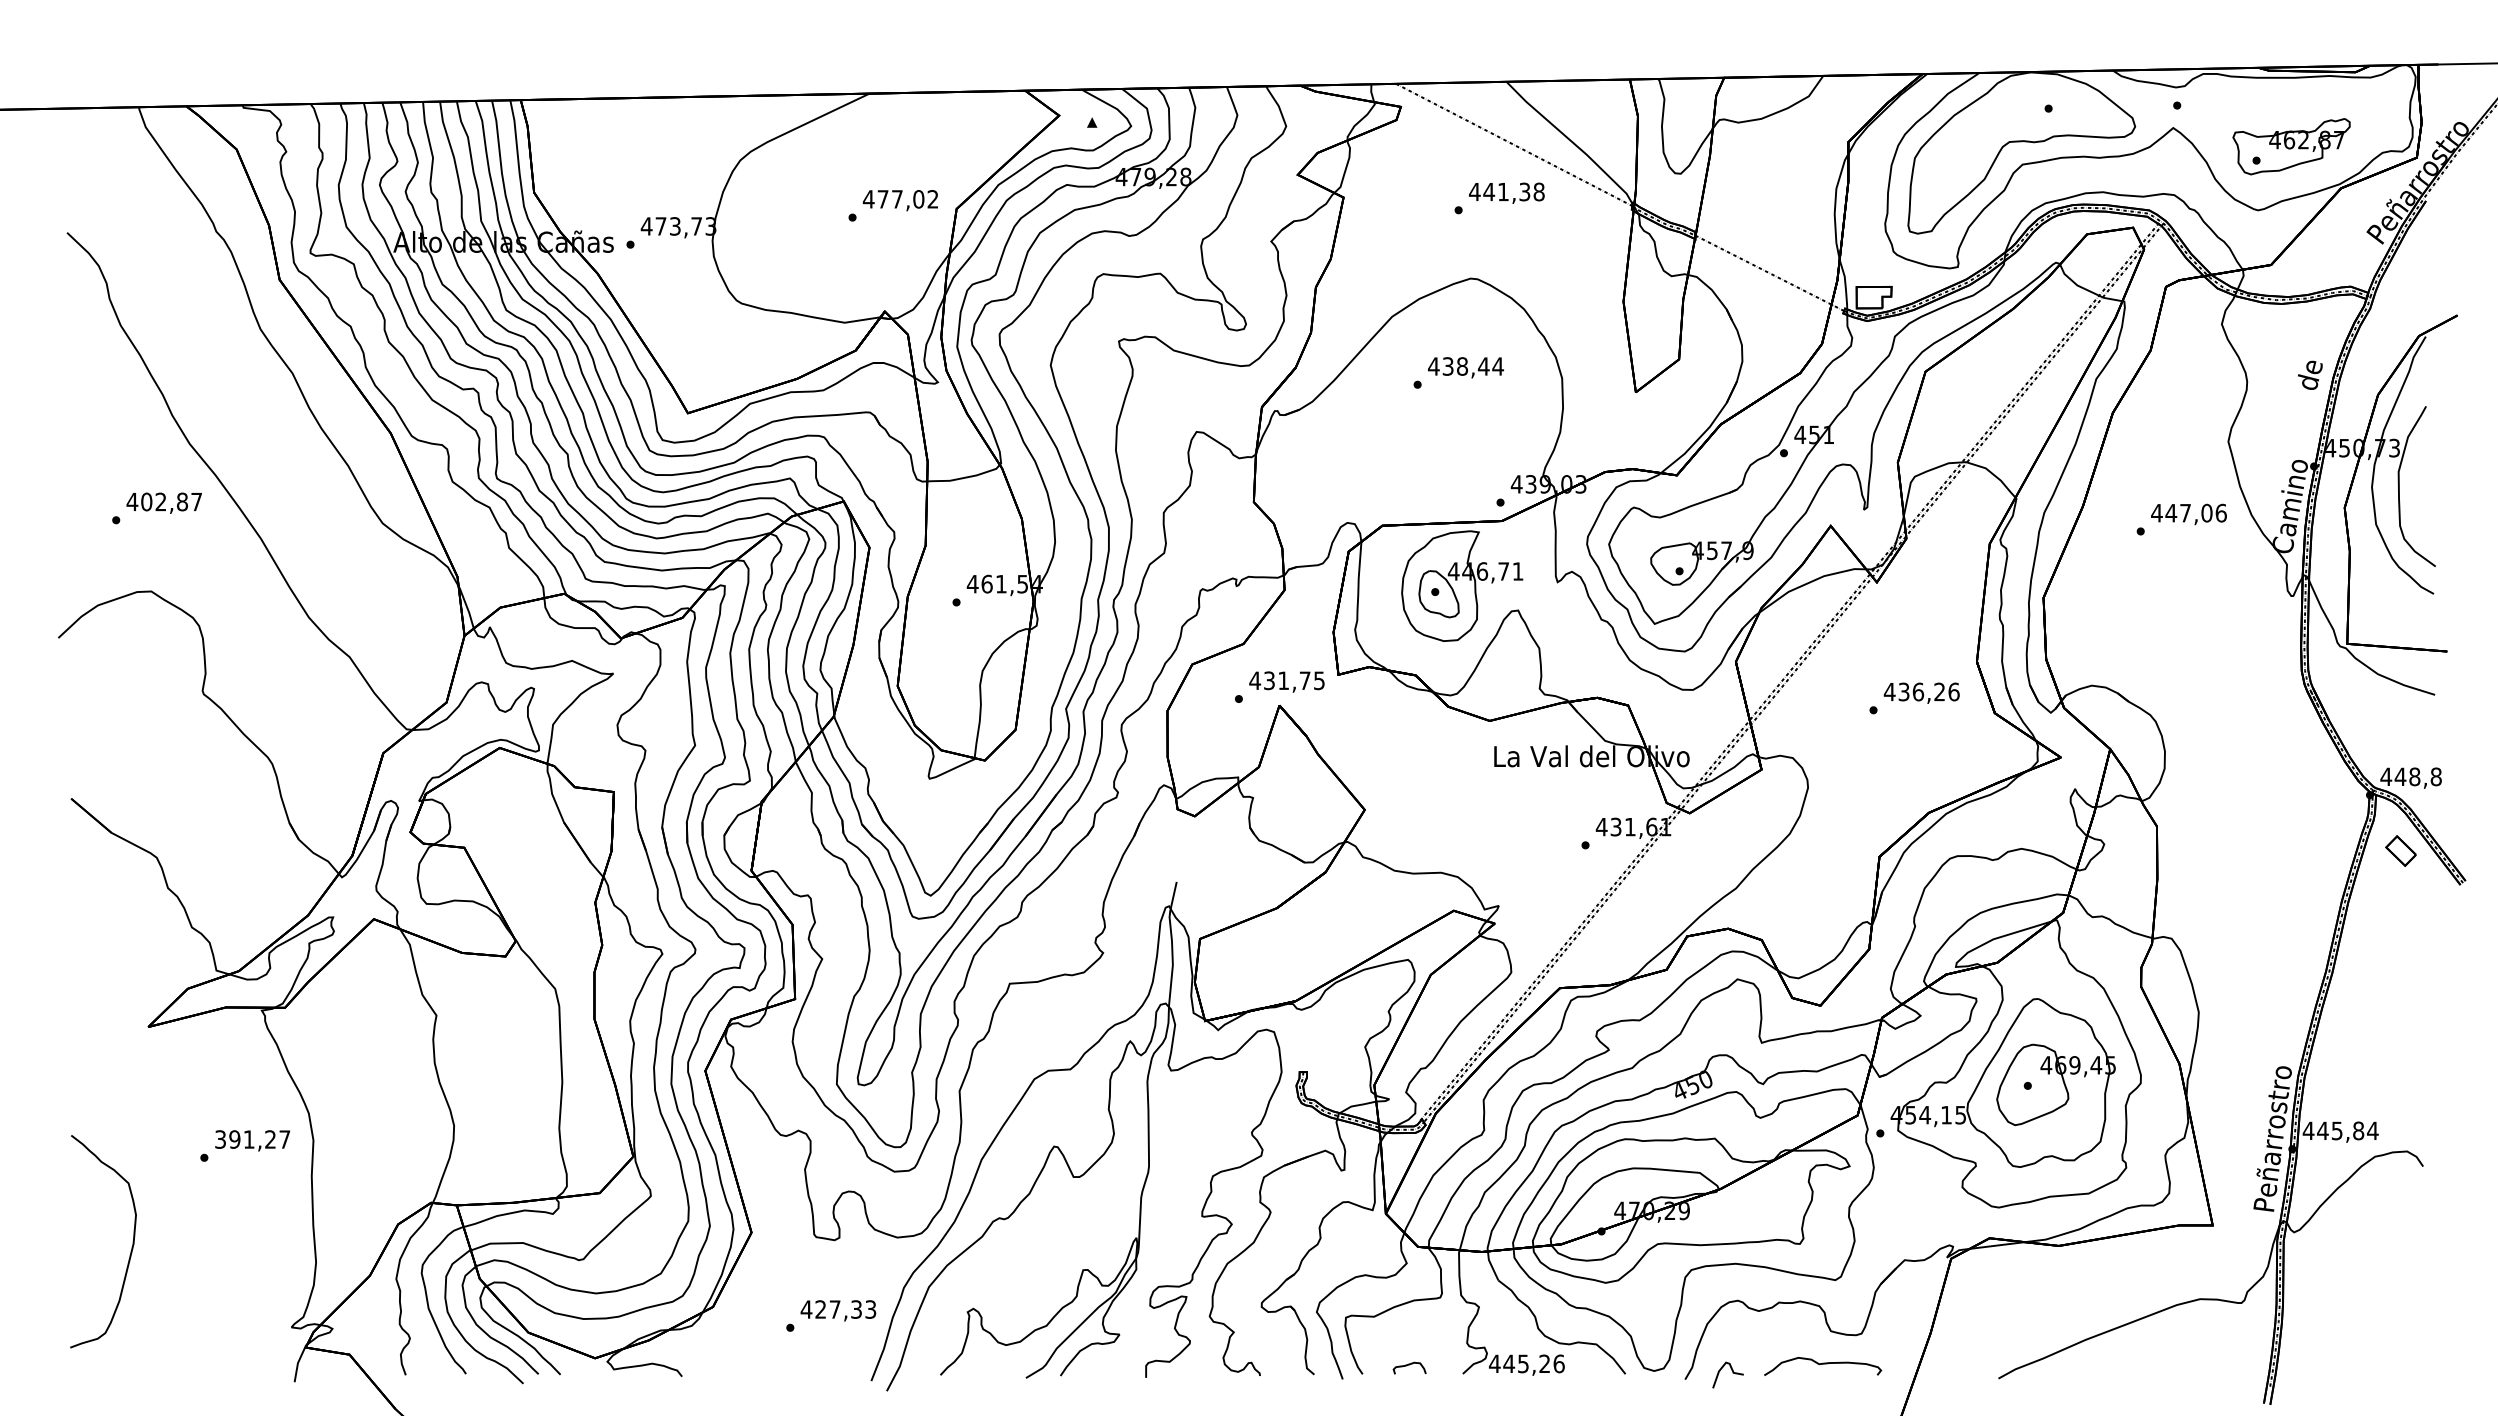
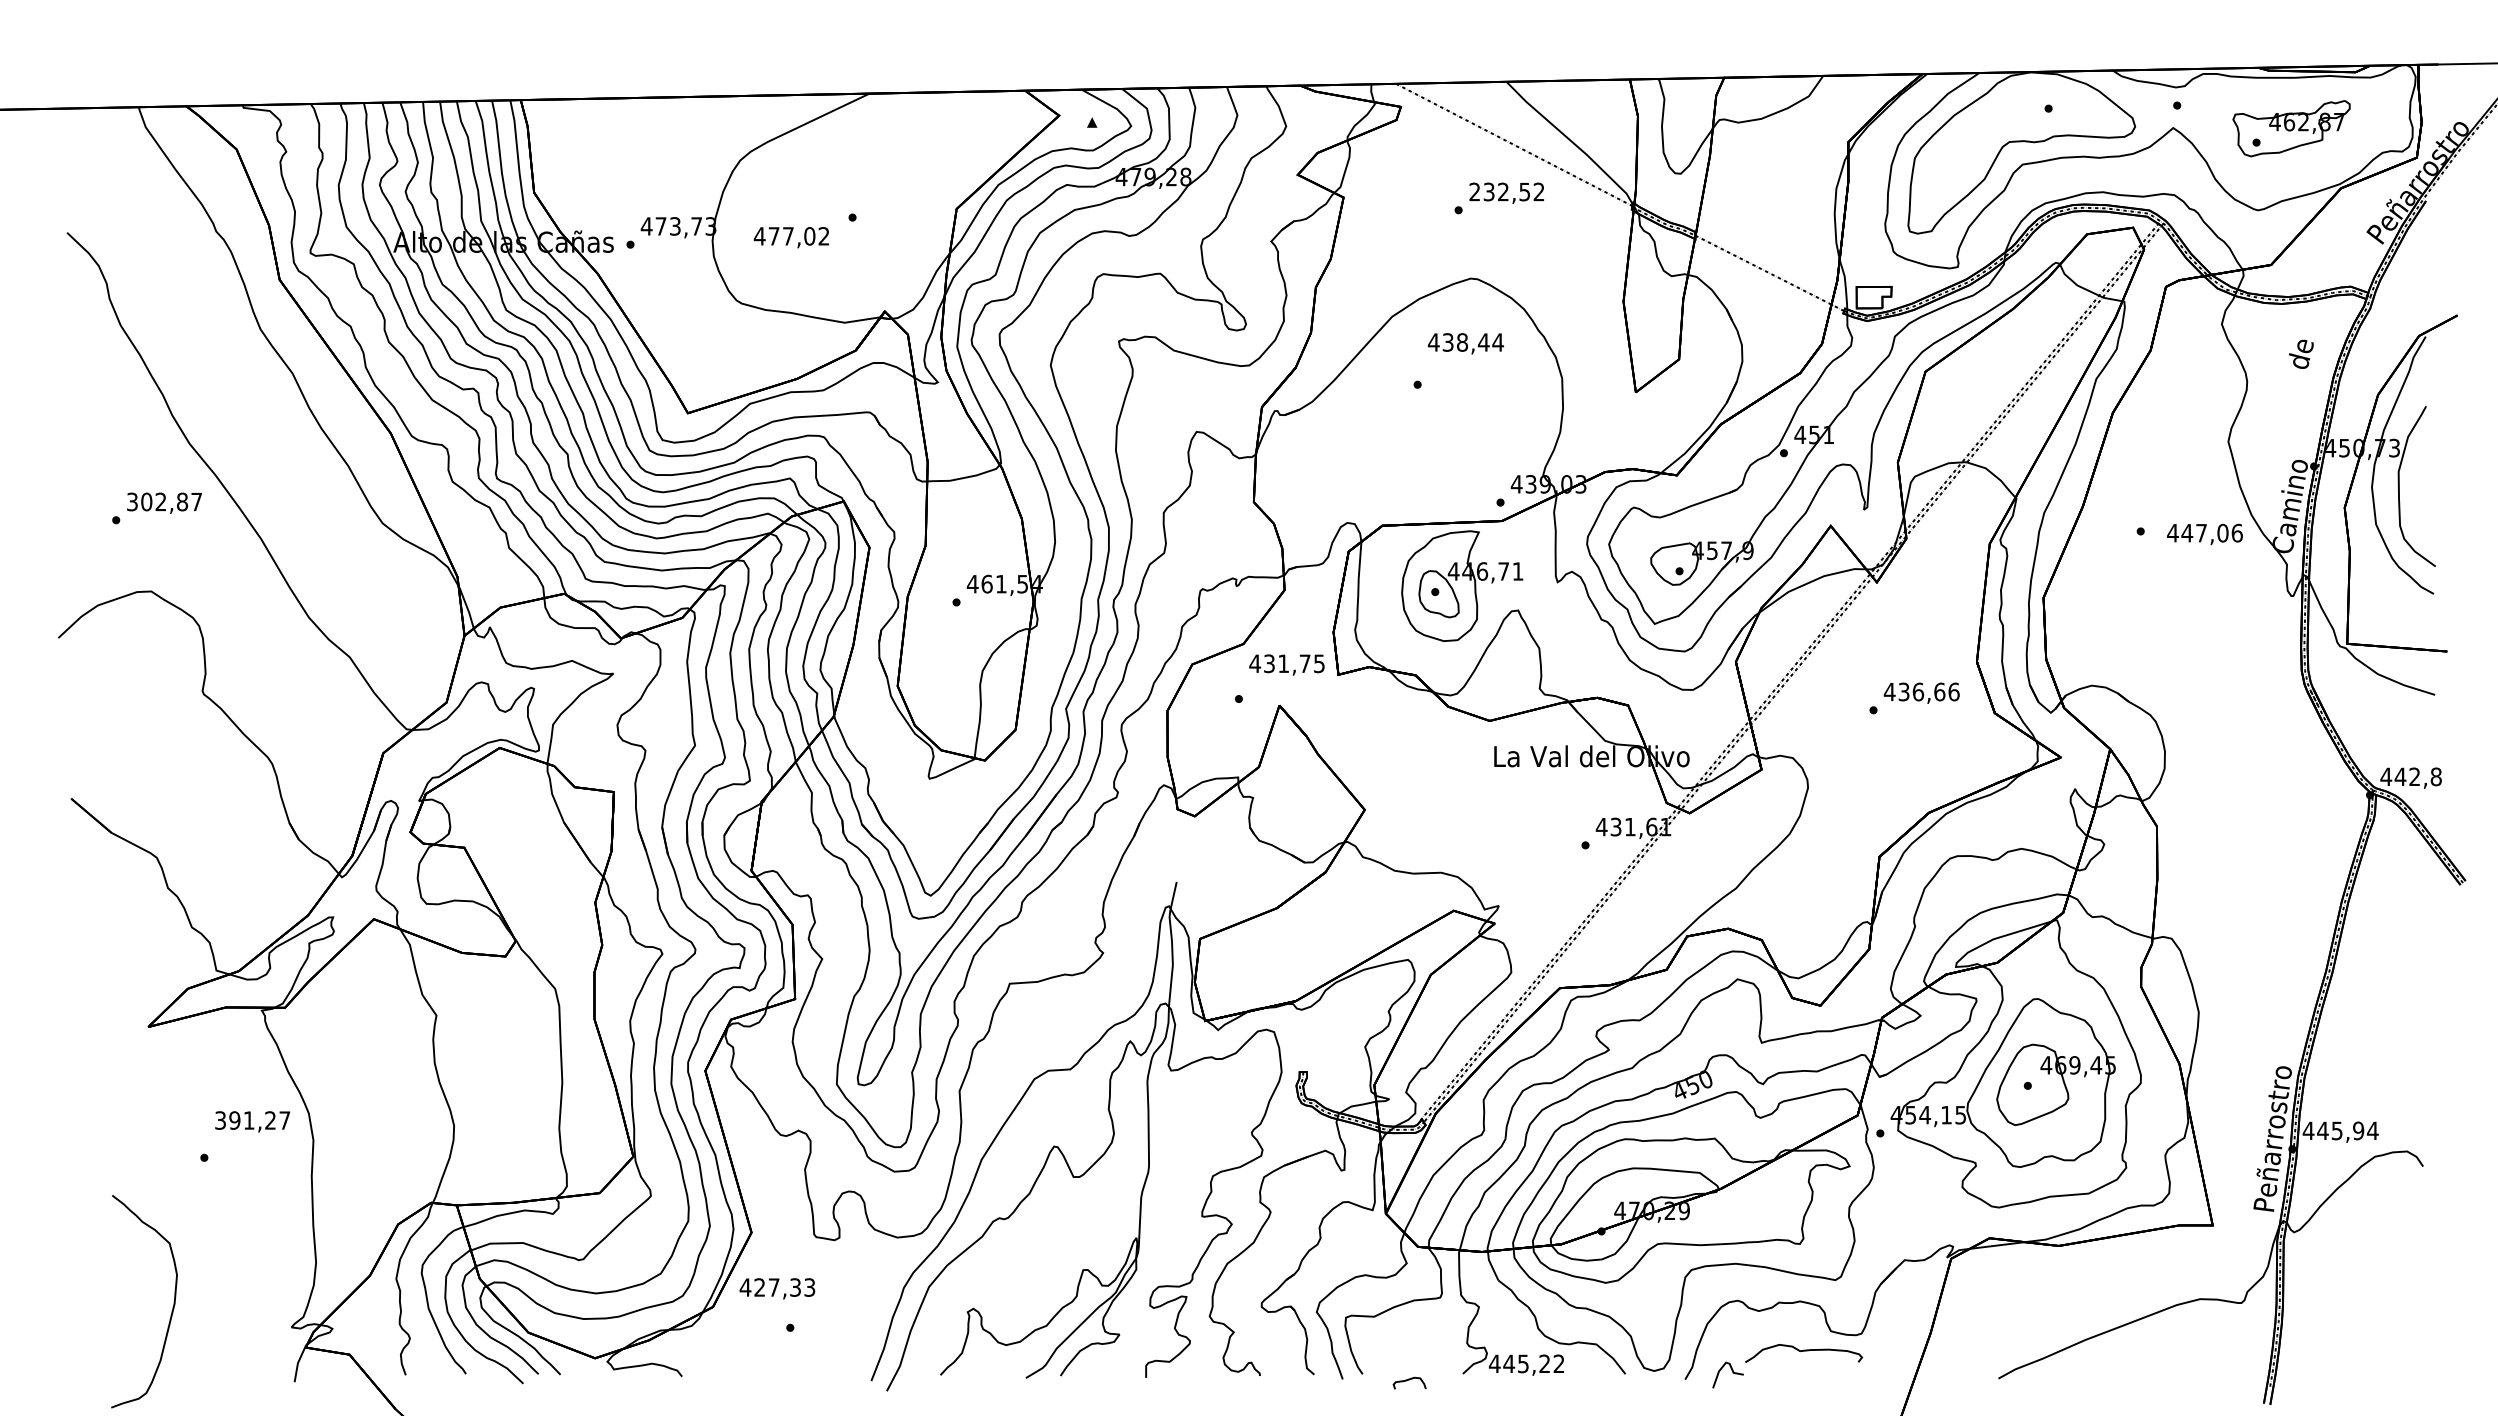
part at (2291, 146) position: (2291, 146) -> (2291, 128)
text at (1506, 191): 441,38 -> 232,52
text at (899, 200) position: (899, 200) -> (790, 237)
text at (1465, 367) position: (1465, 367) -> (1465, 343)
text at (2310, 374) position: (2310, 374) -> (2301, 353)
text at (132, 501): 402,87 -> 302,87
text at (2188, 514) position: (2188, 514) -> (2204, 534)
text at (1286, 681) position: (1286, 681) -> (1286, 664)
text at (1939, 691): 436,26 -> 436,66
text at (2414, 776): 448,8 -> 442,8
part at (2400, 850): present -> none
text at (2358, 1130): 445,84 -> 445,94
text at (252, 1140) position: (252, 1140) -> (252, 1121)
curve at (131, 1247) position: (131, 1247) -> (172, 1307)
text at (838, 1310) position: (838, 1310) -> (777, 1288)
text at (1558, 1363): 445,26 -> 445,22
curve at (1823, 1364) position: (1823, 1364) -> (1804, 1351)
curve at (1409, 1365) position: (1409, 1365) -> (1409, 1380)
